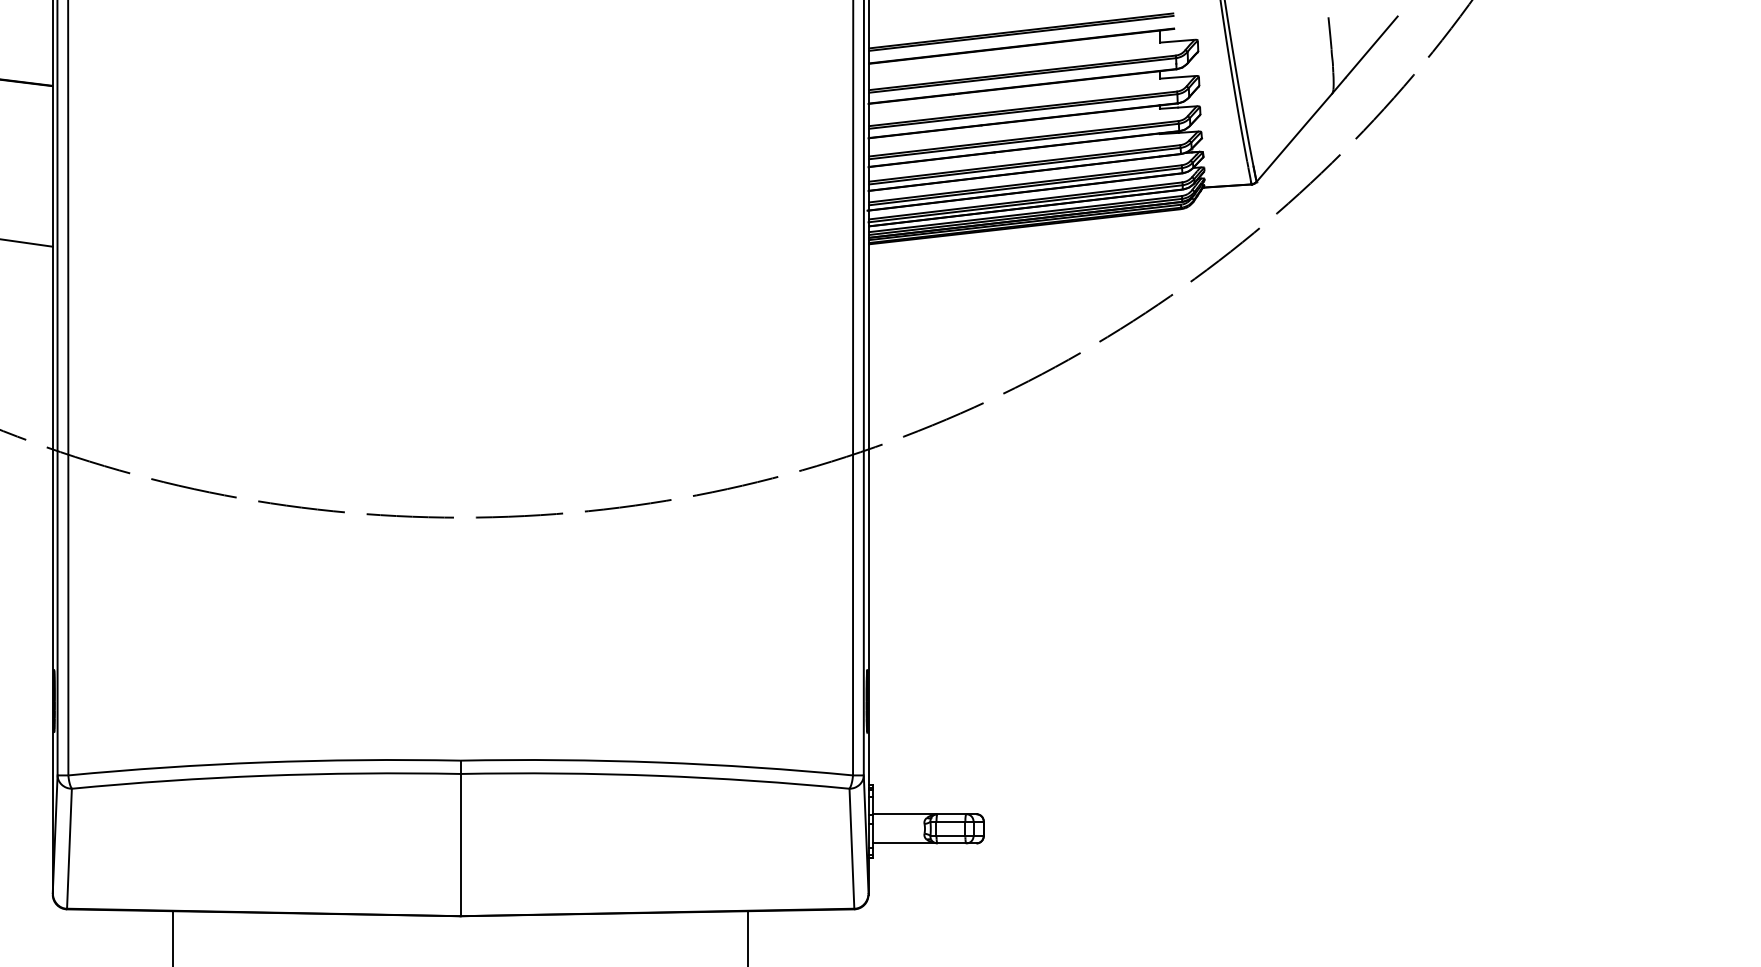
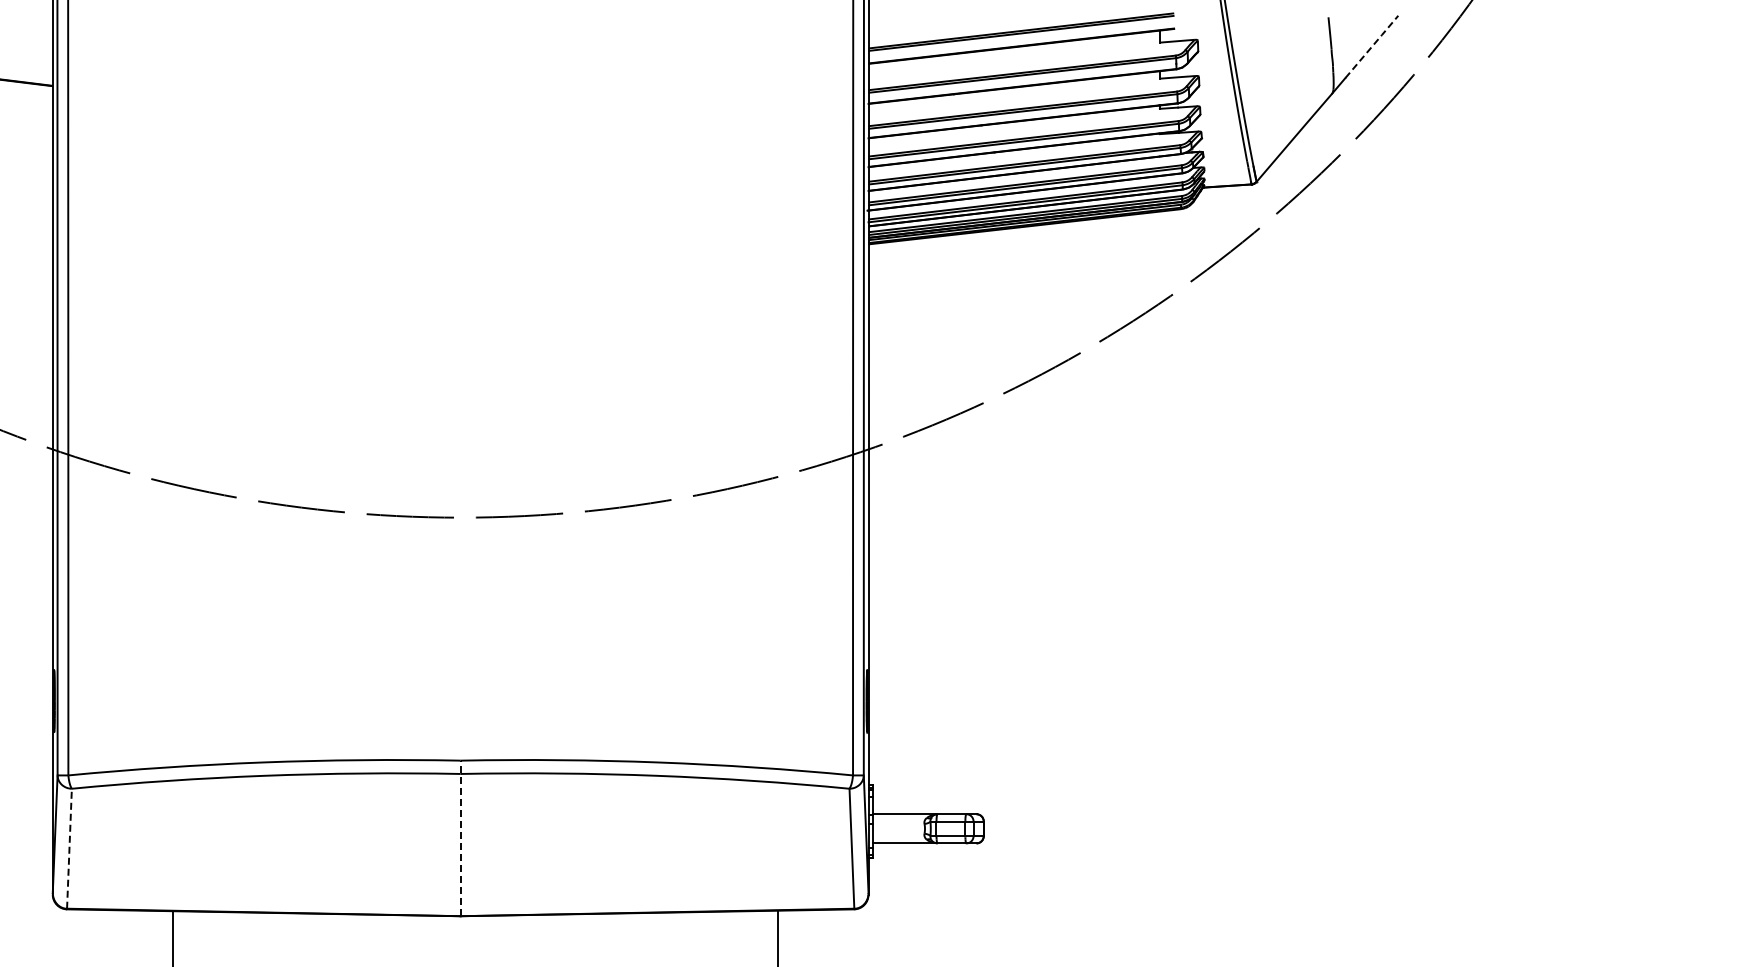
line at (1371, 46): solid -> dashed
line at (27, 242): present -> none
line at (460, 838): solid -> dashed
line at (69, 848): solid -> dashed
line at (748, 937) position: (748, 937) -> (778, 937)
